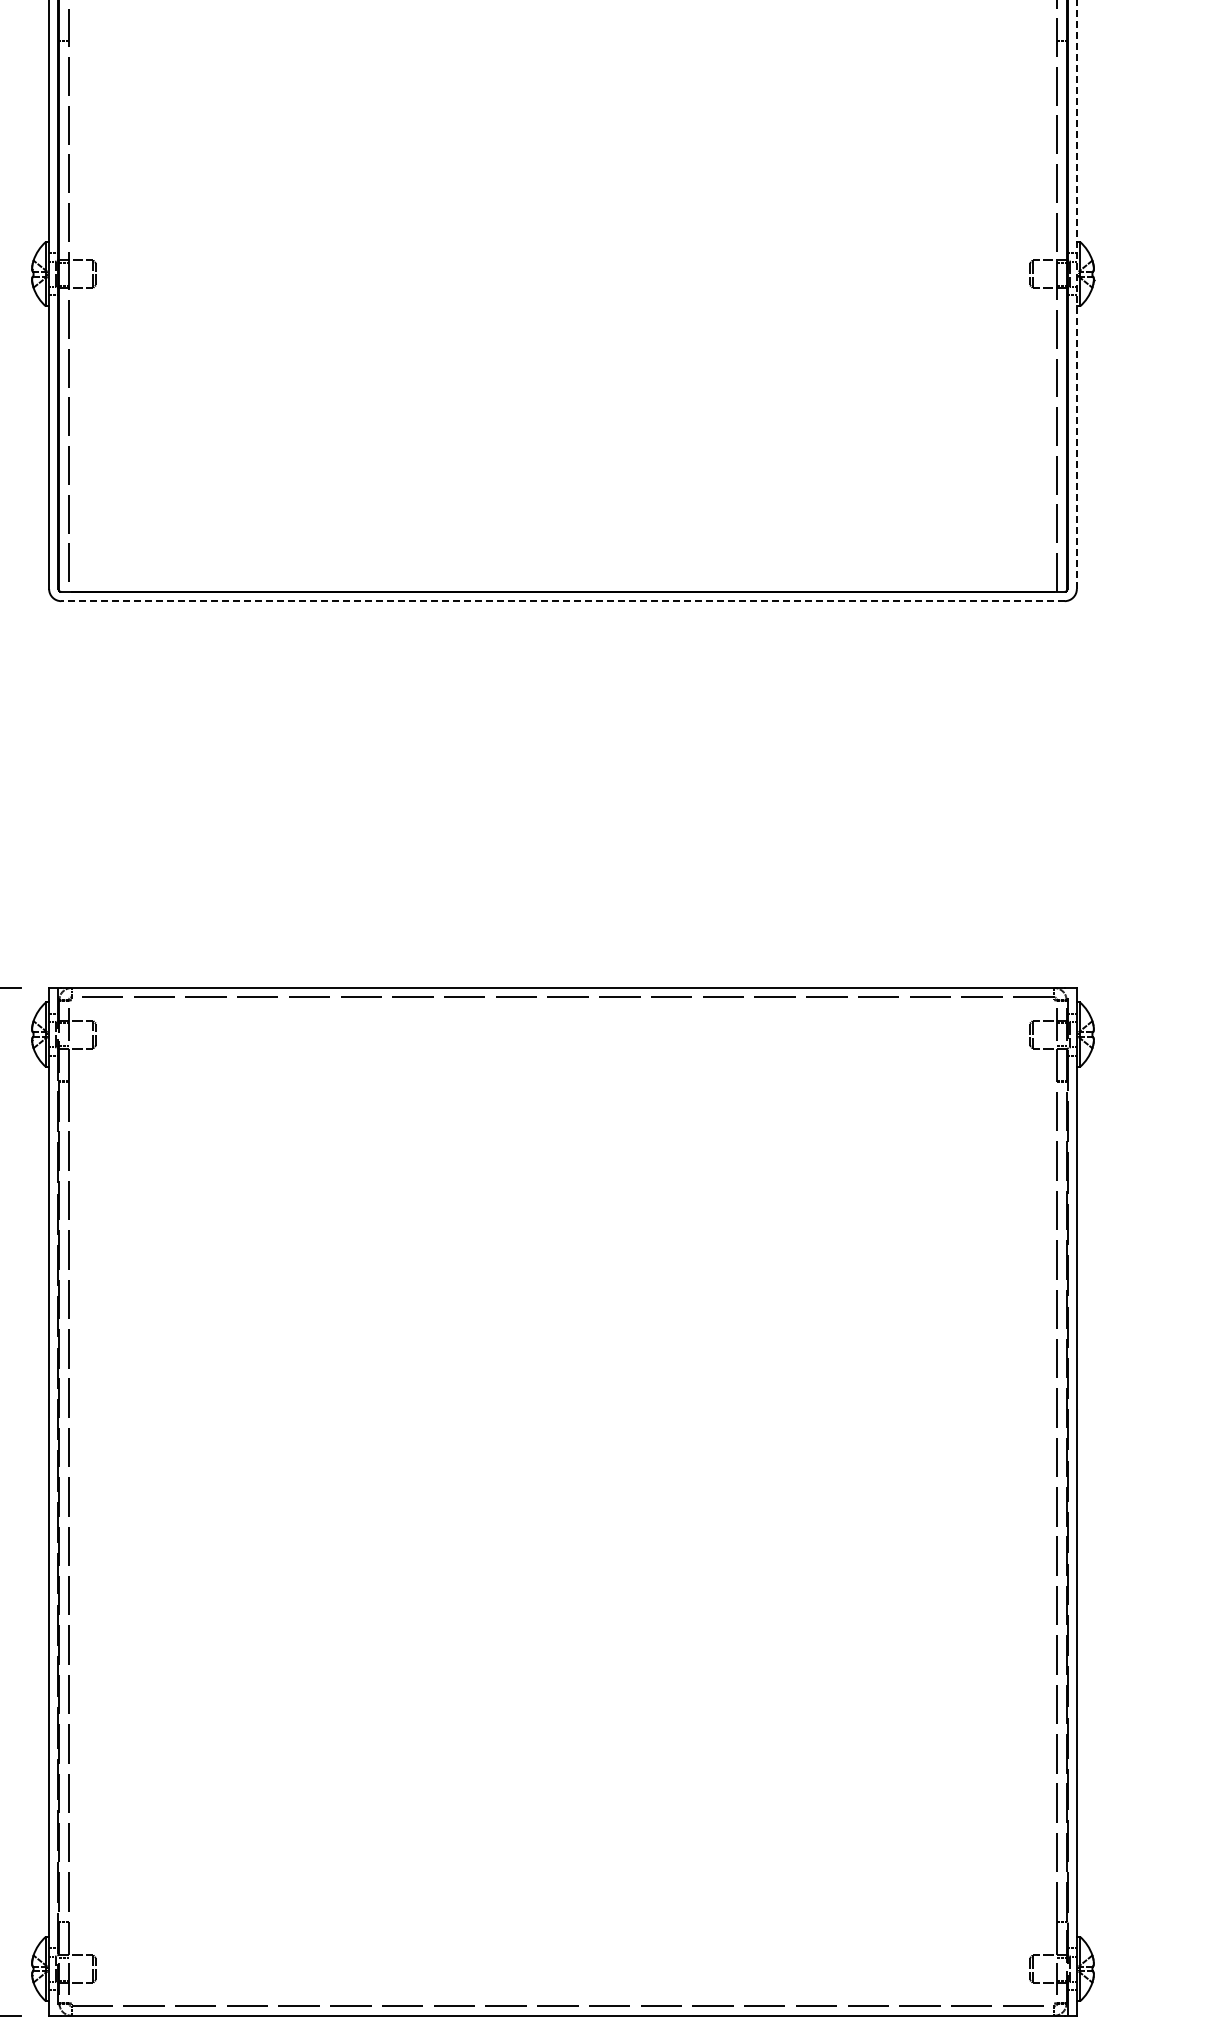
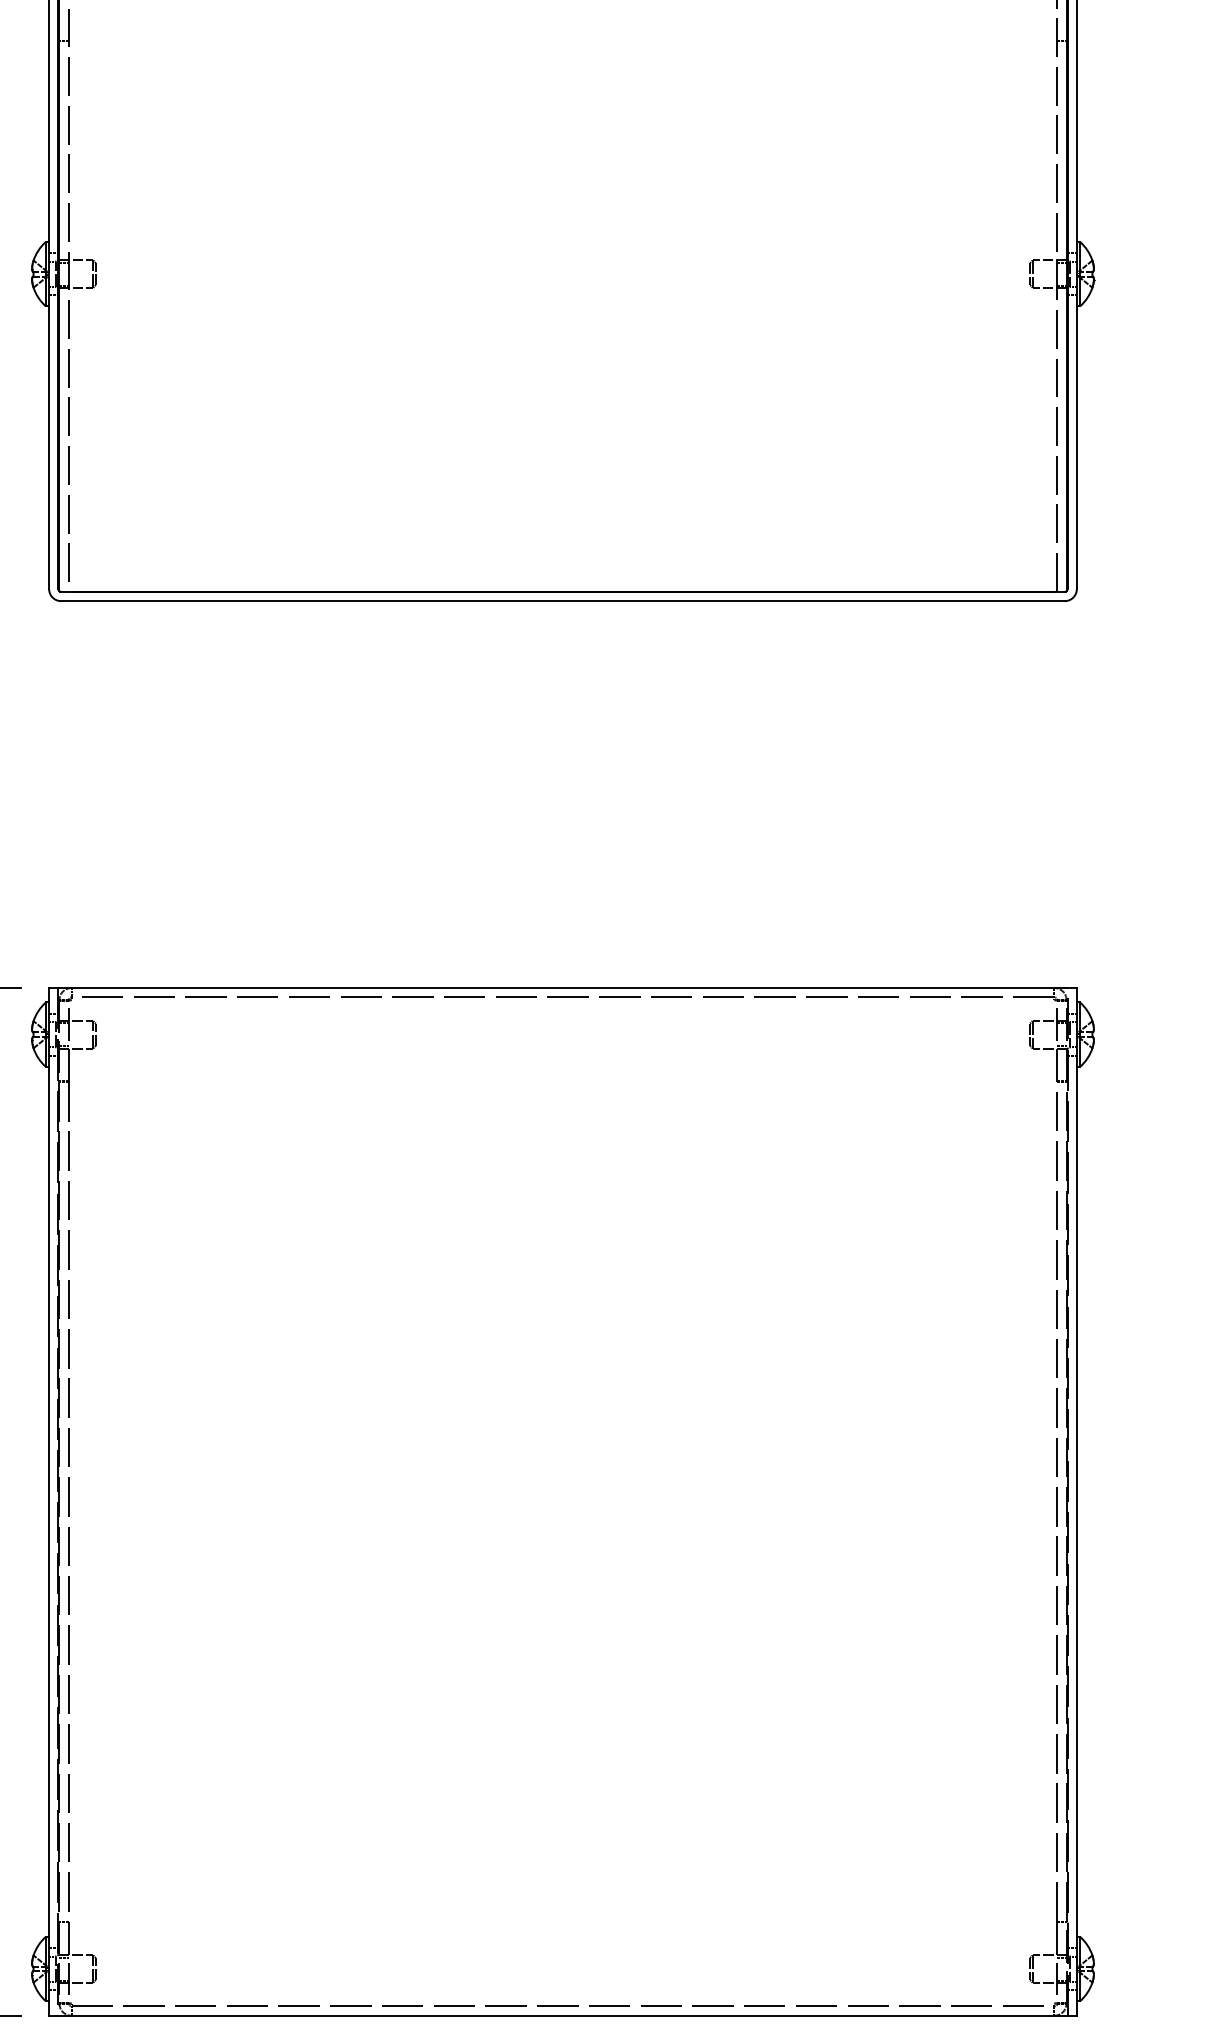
line at (1076, 294): dashed -> solid
line at (563, 601): dashed -> solid
